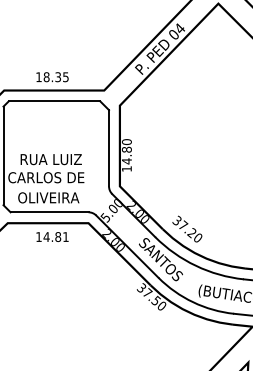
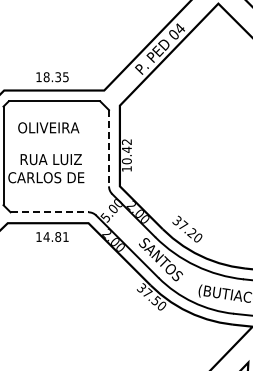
line at (109, 148): solid -> dashed
text at (126, 151): 14.80 -> 10.42
text at (48, 197) position: (48, 197) -> (48, 127)
line at (49, 212): solid -> dashed
